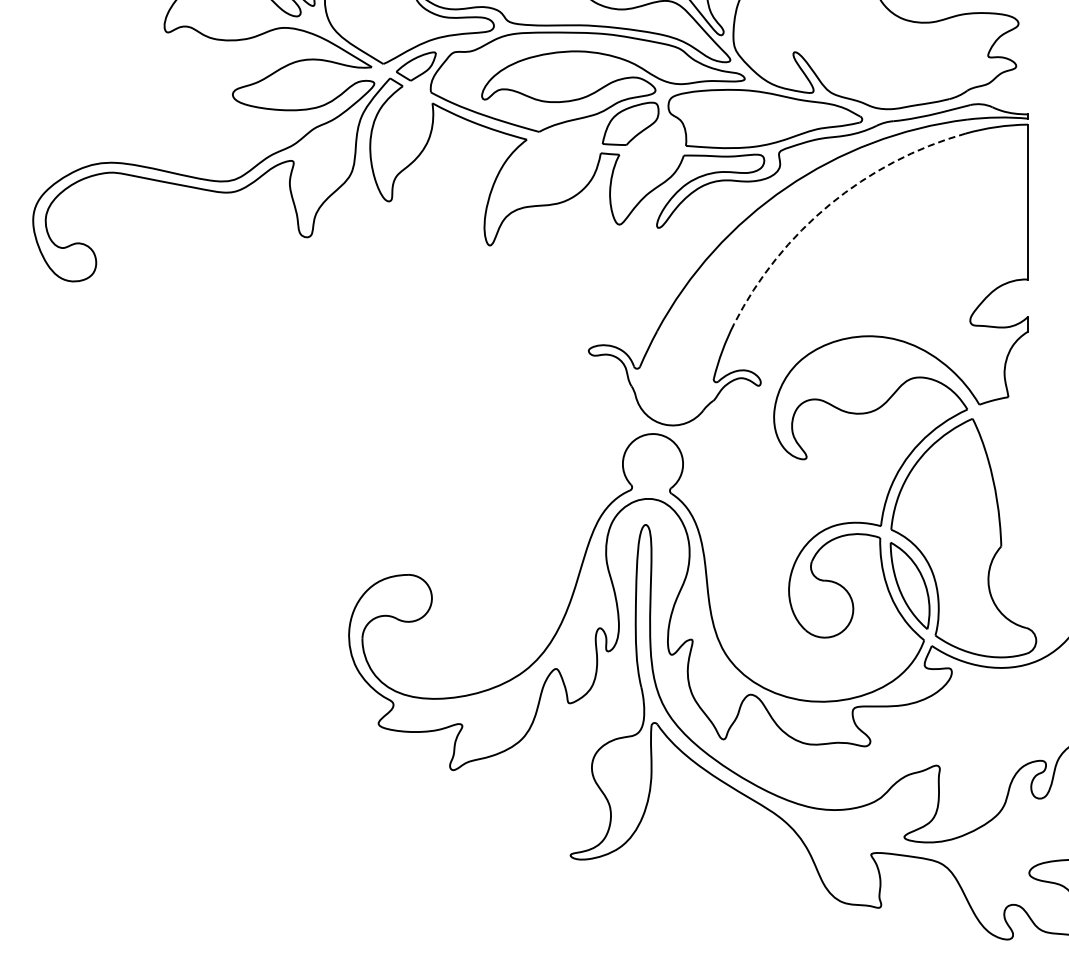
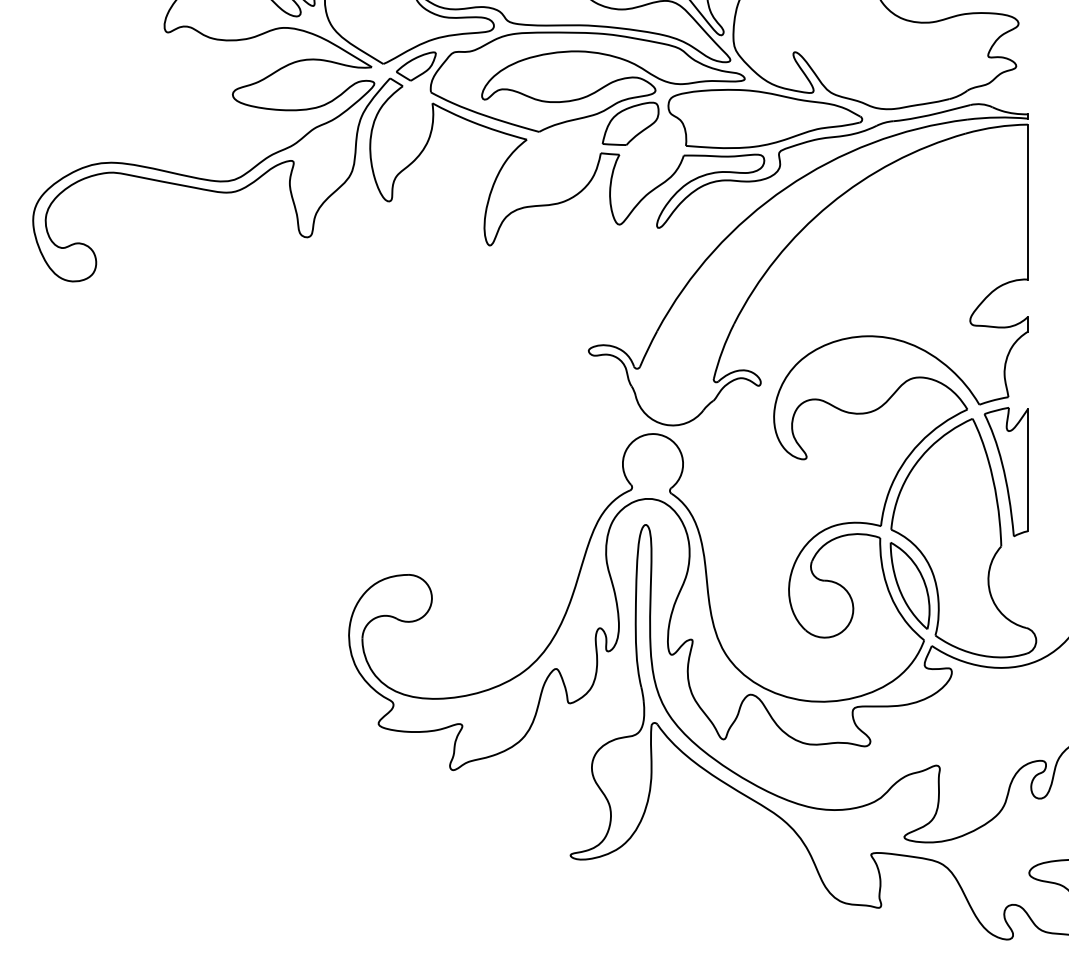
arc at (829, 204): dashed -> solid
part at (1005, 472): none -> present
